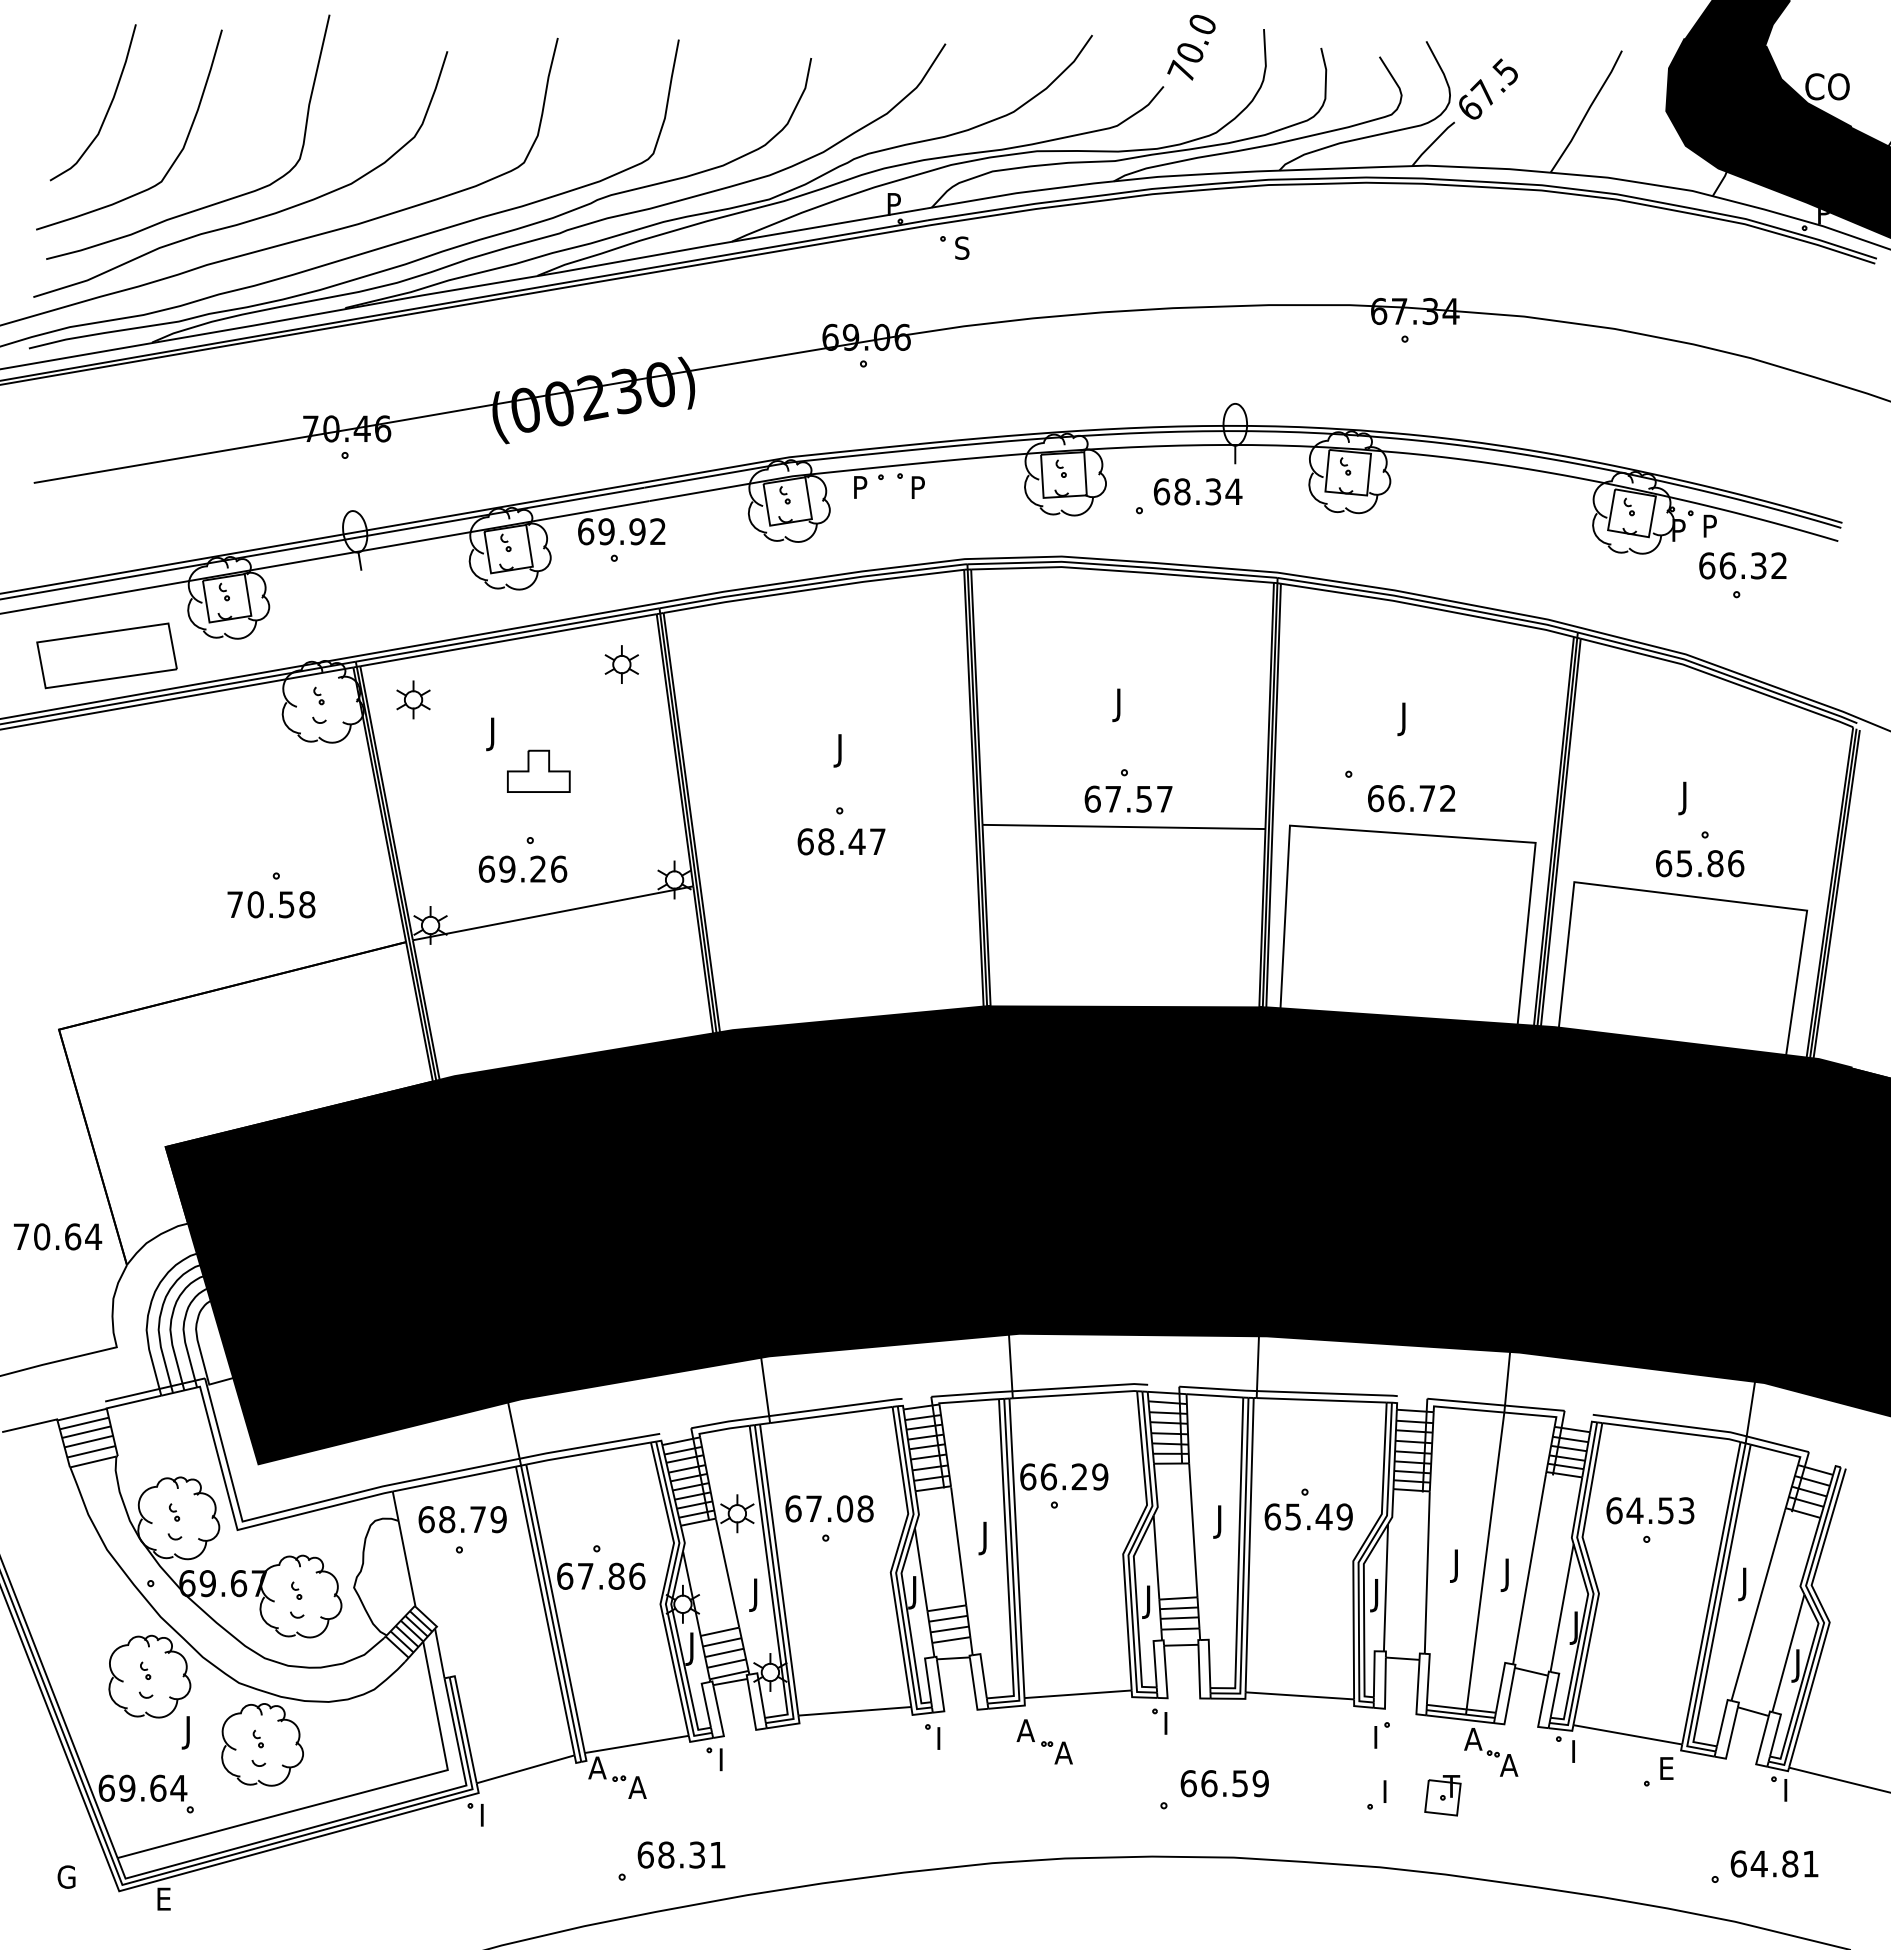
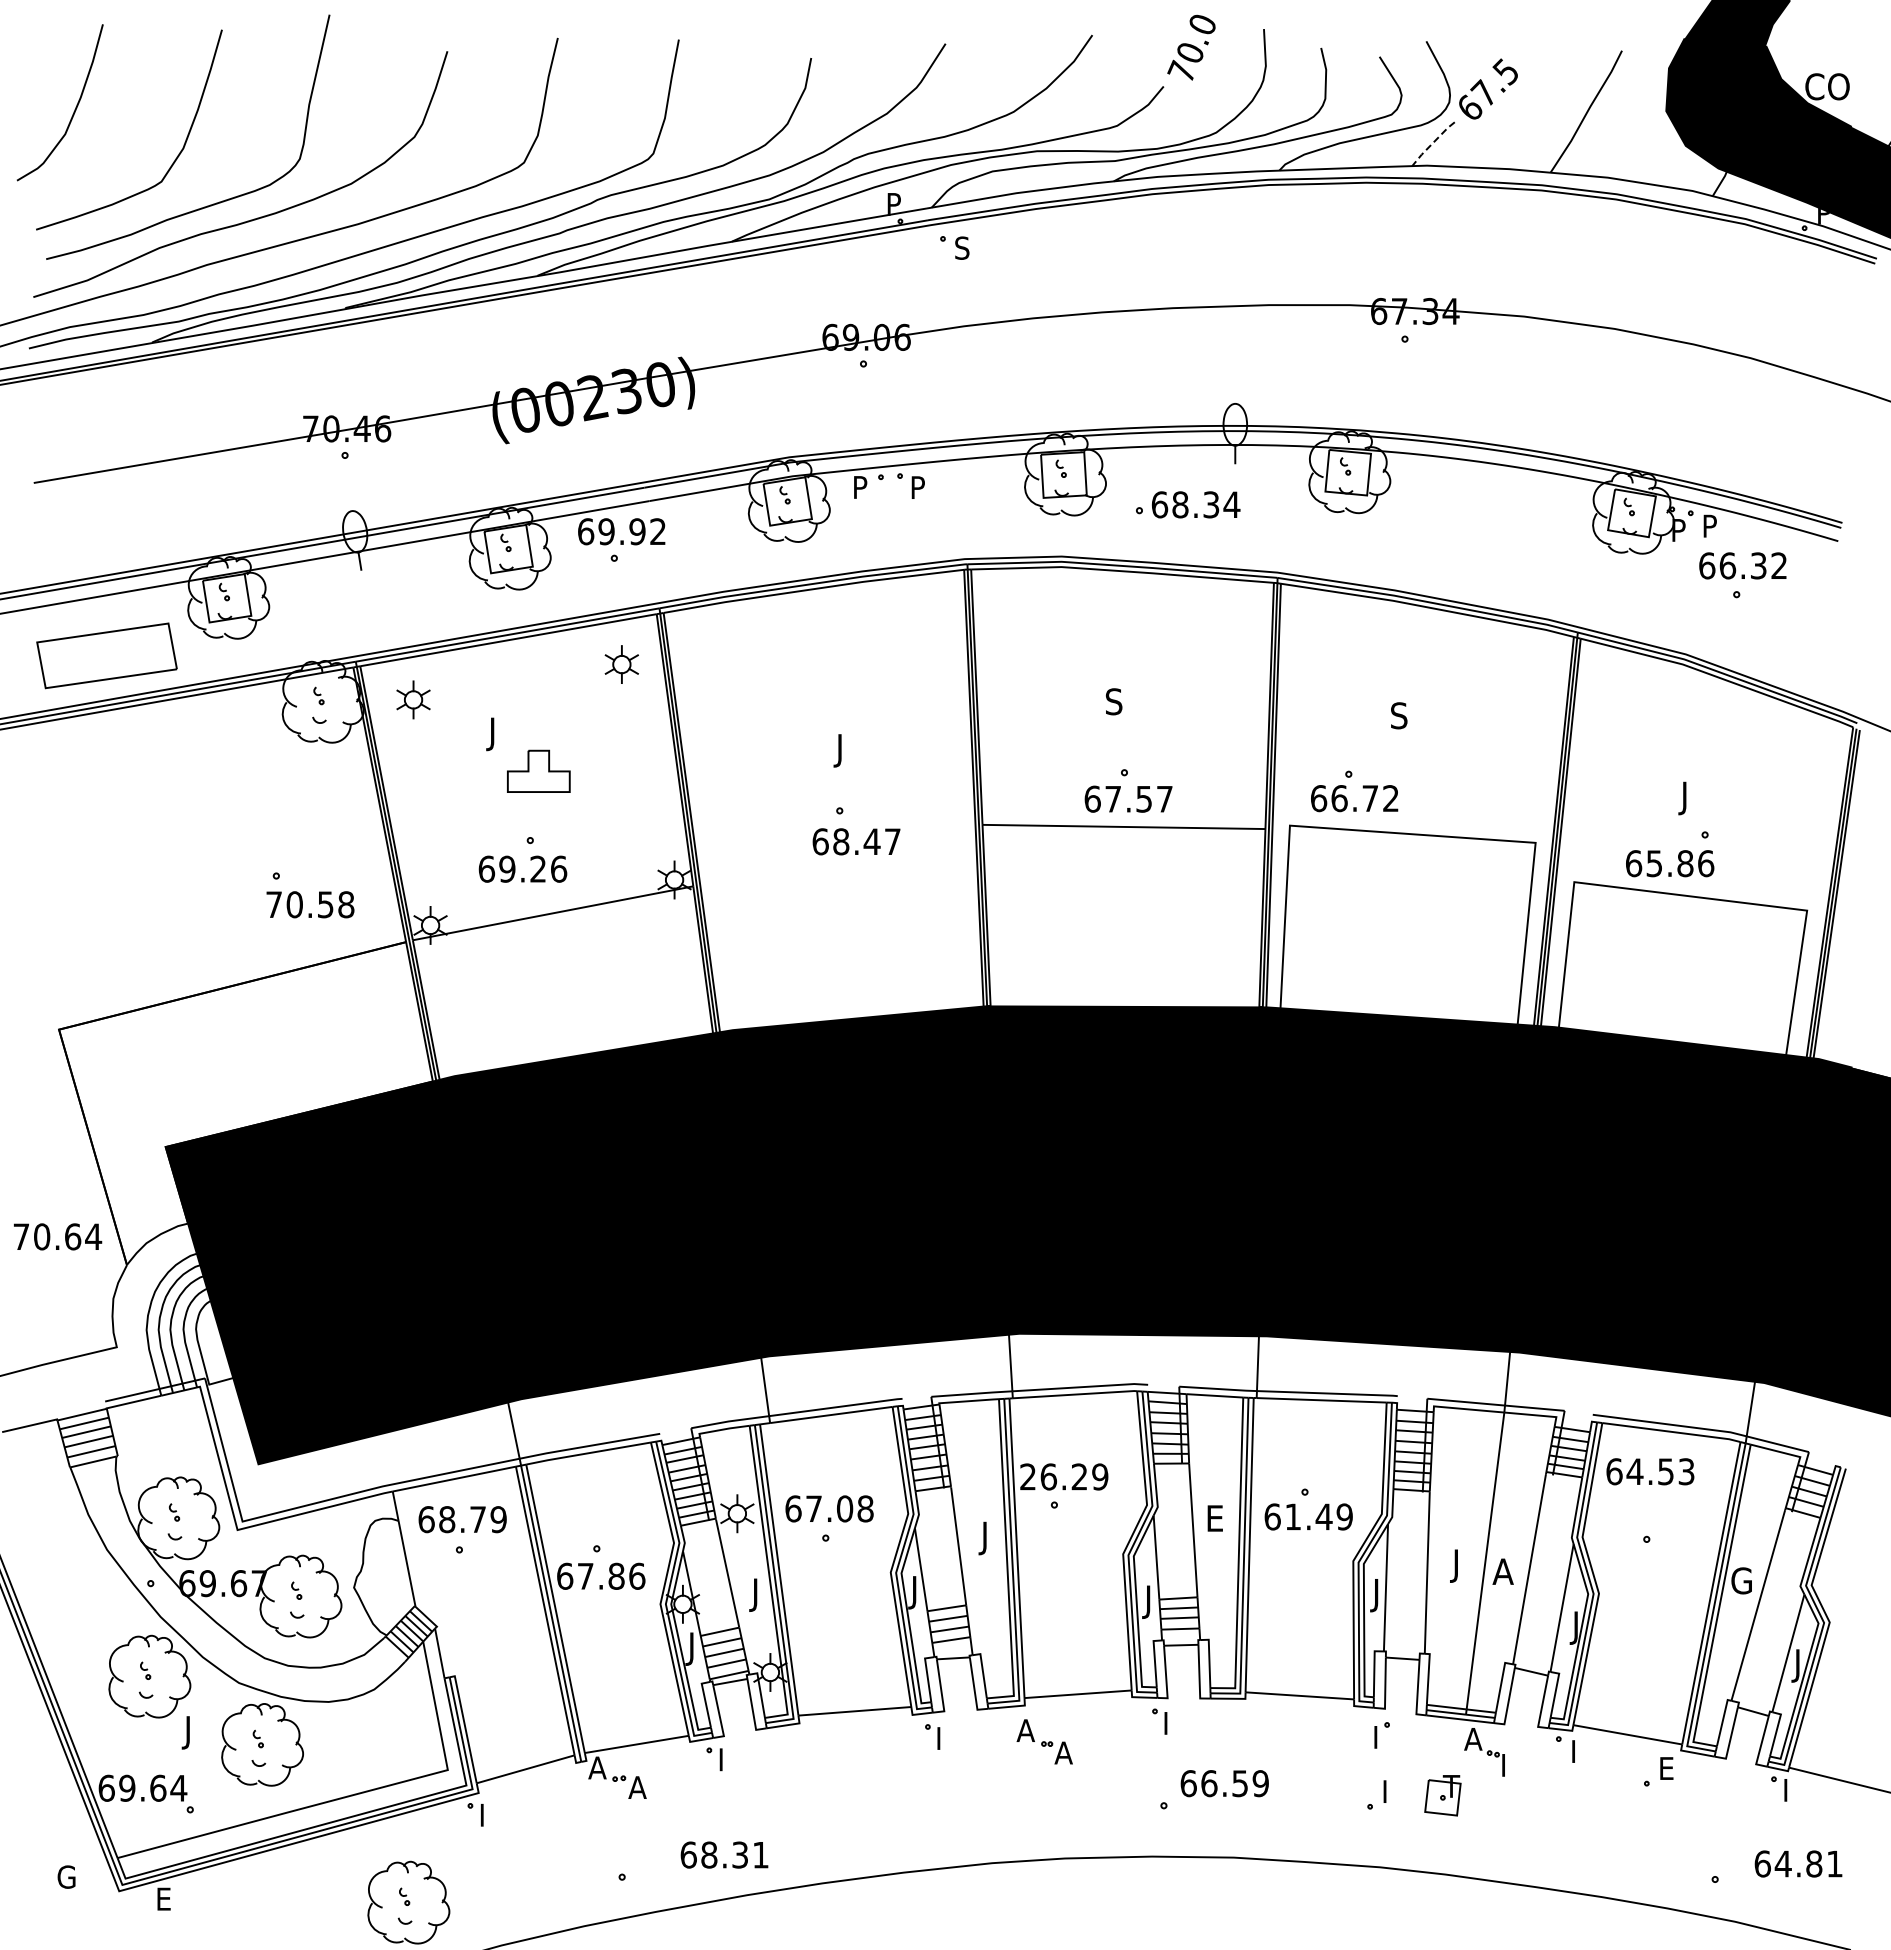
curve at (107, 109) position: (107, 109) -> (74, 109)
line at (1432, 143): solid -> dashed
text at (1198, 491) position: (1198, 491) -> (1196, 504)
text at (1113, 705): J -> S
text at (1399, 719): J -> S
text at (1411, 798) position: (1411, 798) -> (1354, 798)
text at (841, 841) position: (841, 841) -> (856, 841)
text at (1700, 863) position: (1700, 863) -> (1670, 863)
text at (271, 904) position: (271, 904) -> (310, 904)
text at (1028, 1476): 66.29 -> 26.29
text at (1650, 1510) position: (1650, 1510) -> (1650, 1471)
text at (1292, 1516): 65.49 -> 61.49
text at (1214, 1521): J -> E
text at (1502, 1575): J -> A
text at (1741, 1584): J -> G
text at (1508, 1765): A -> I
text at (681, 1854) position: (681, 1854) -> (724, 1854)
text at (1774, 1863) position: (1774, 1863) -> (1798, 1863)
part at (408, 1902): none -> present
